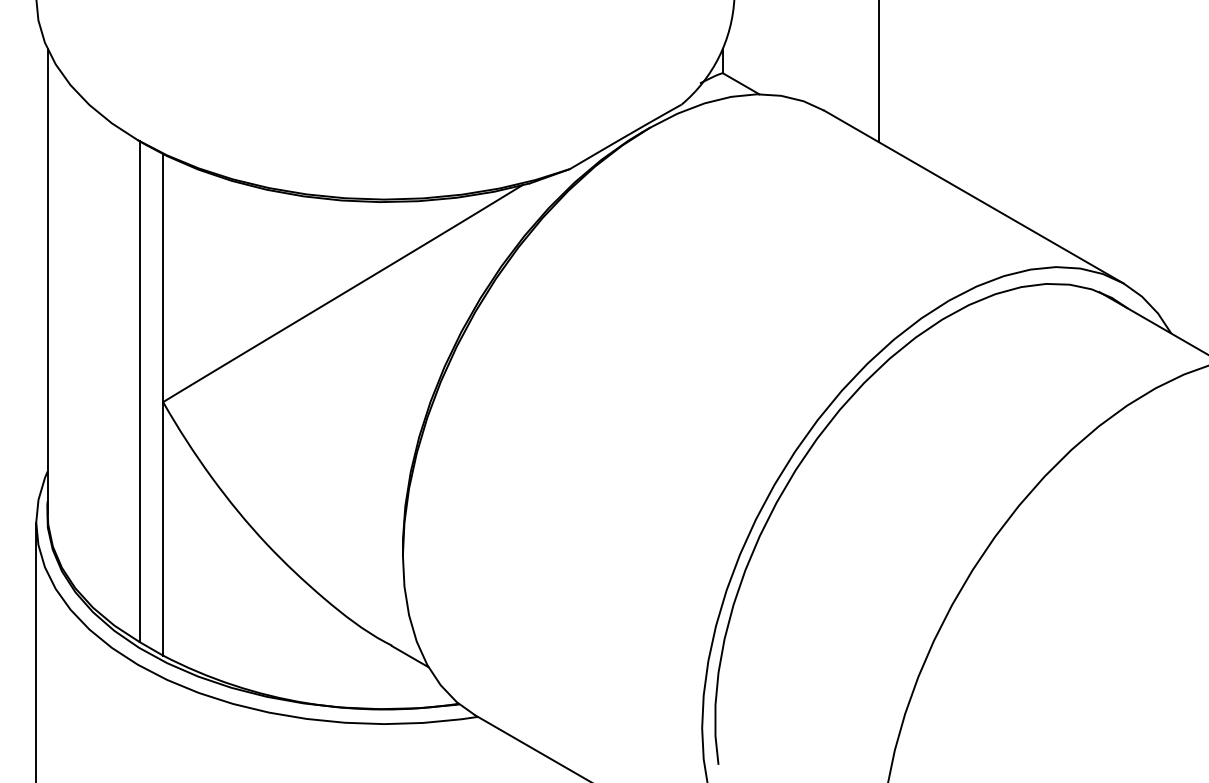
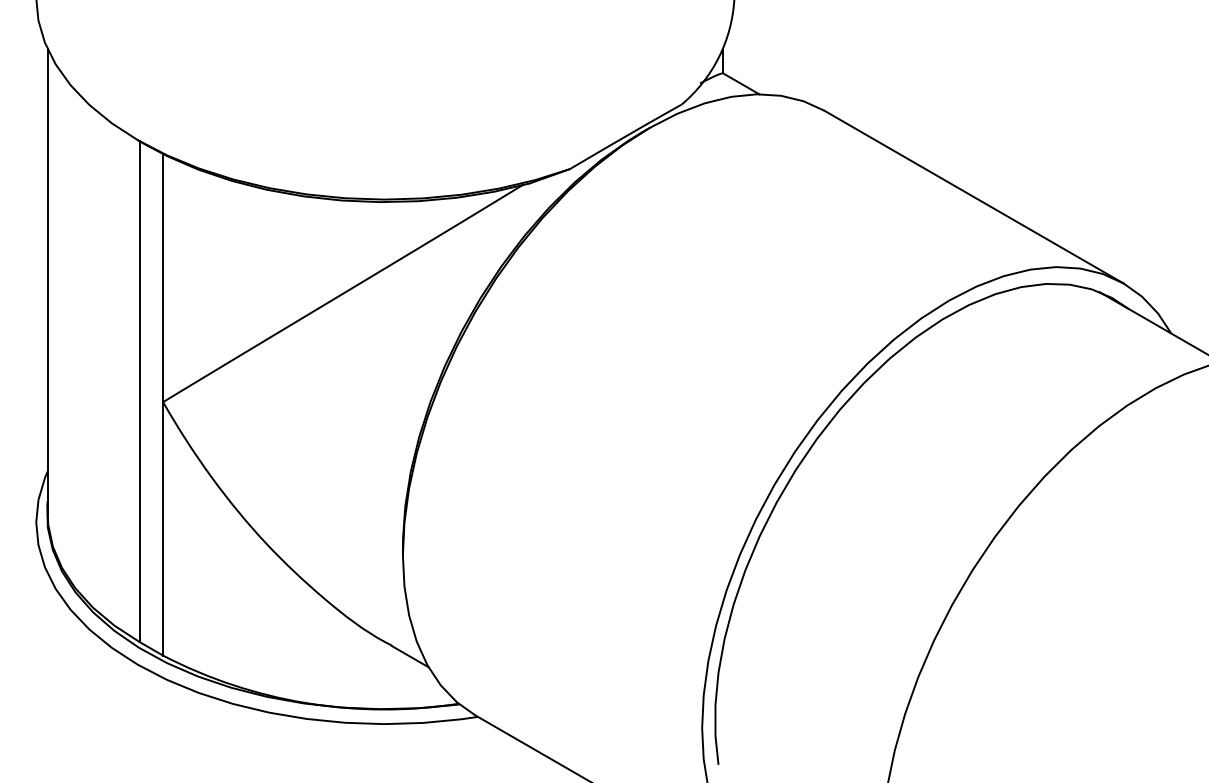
line at (879, 72): present -> none
line at (36, 650): present -> none
